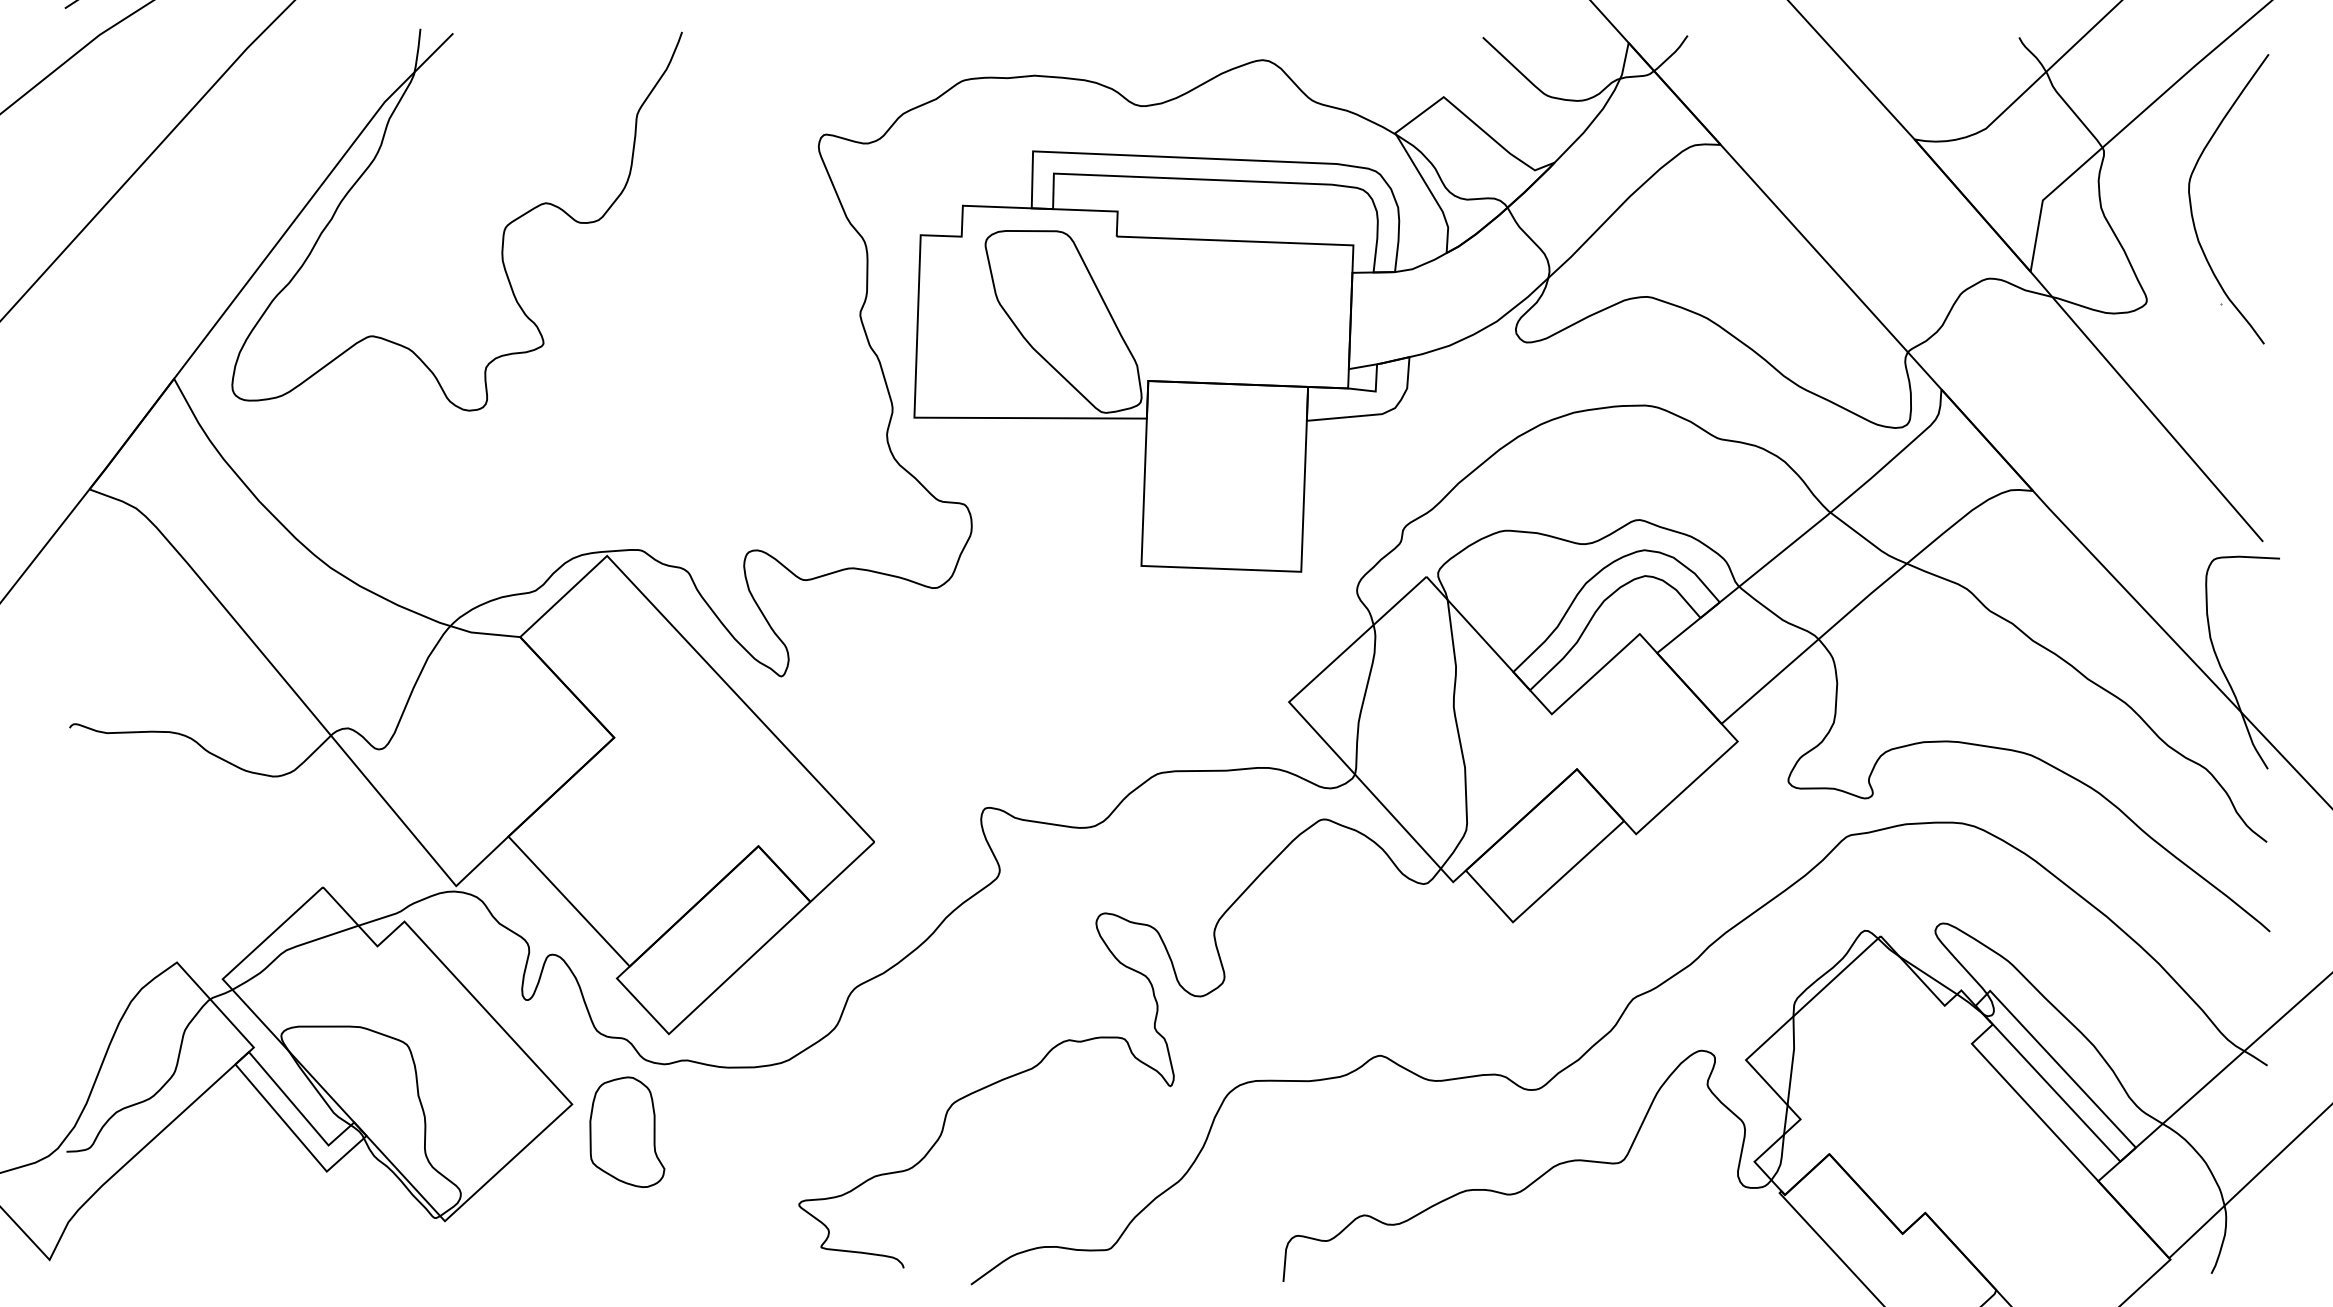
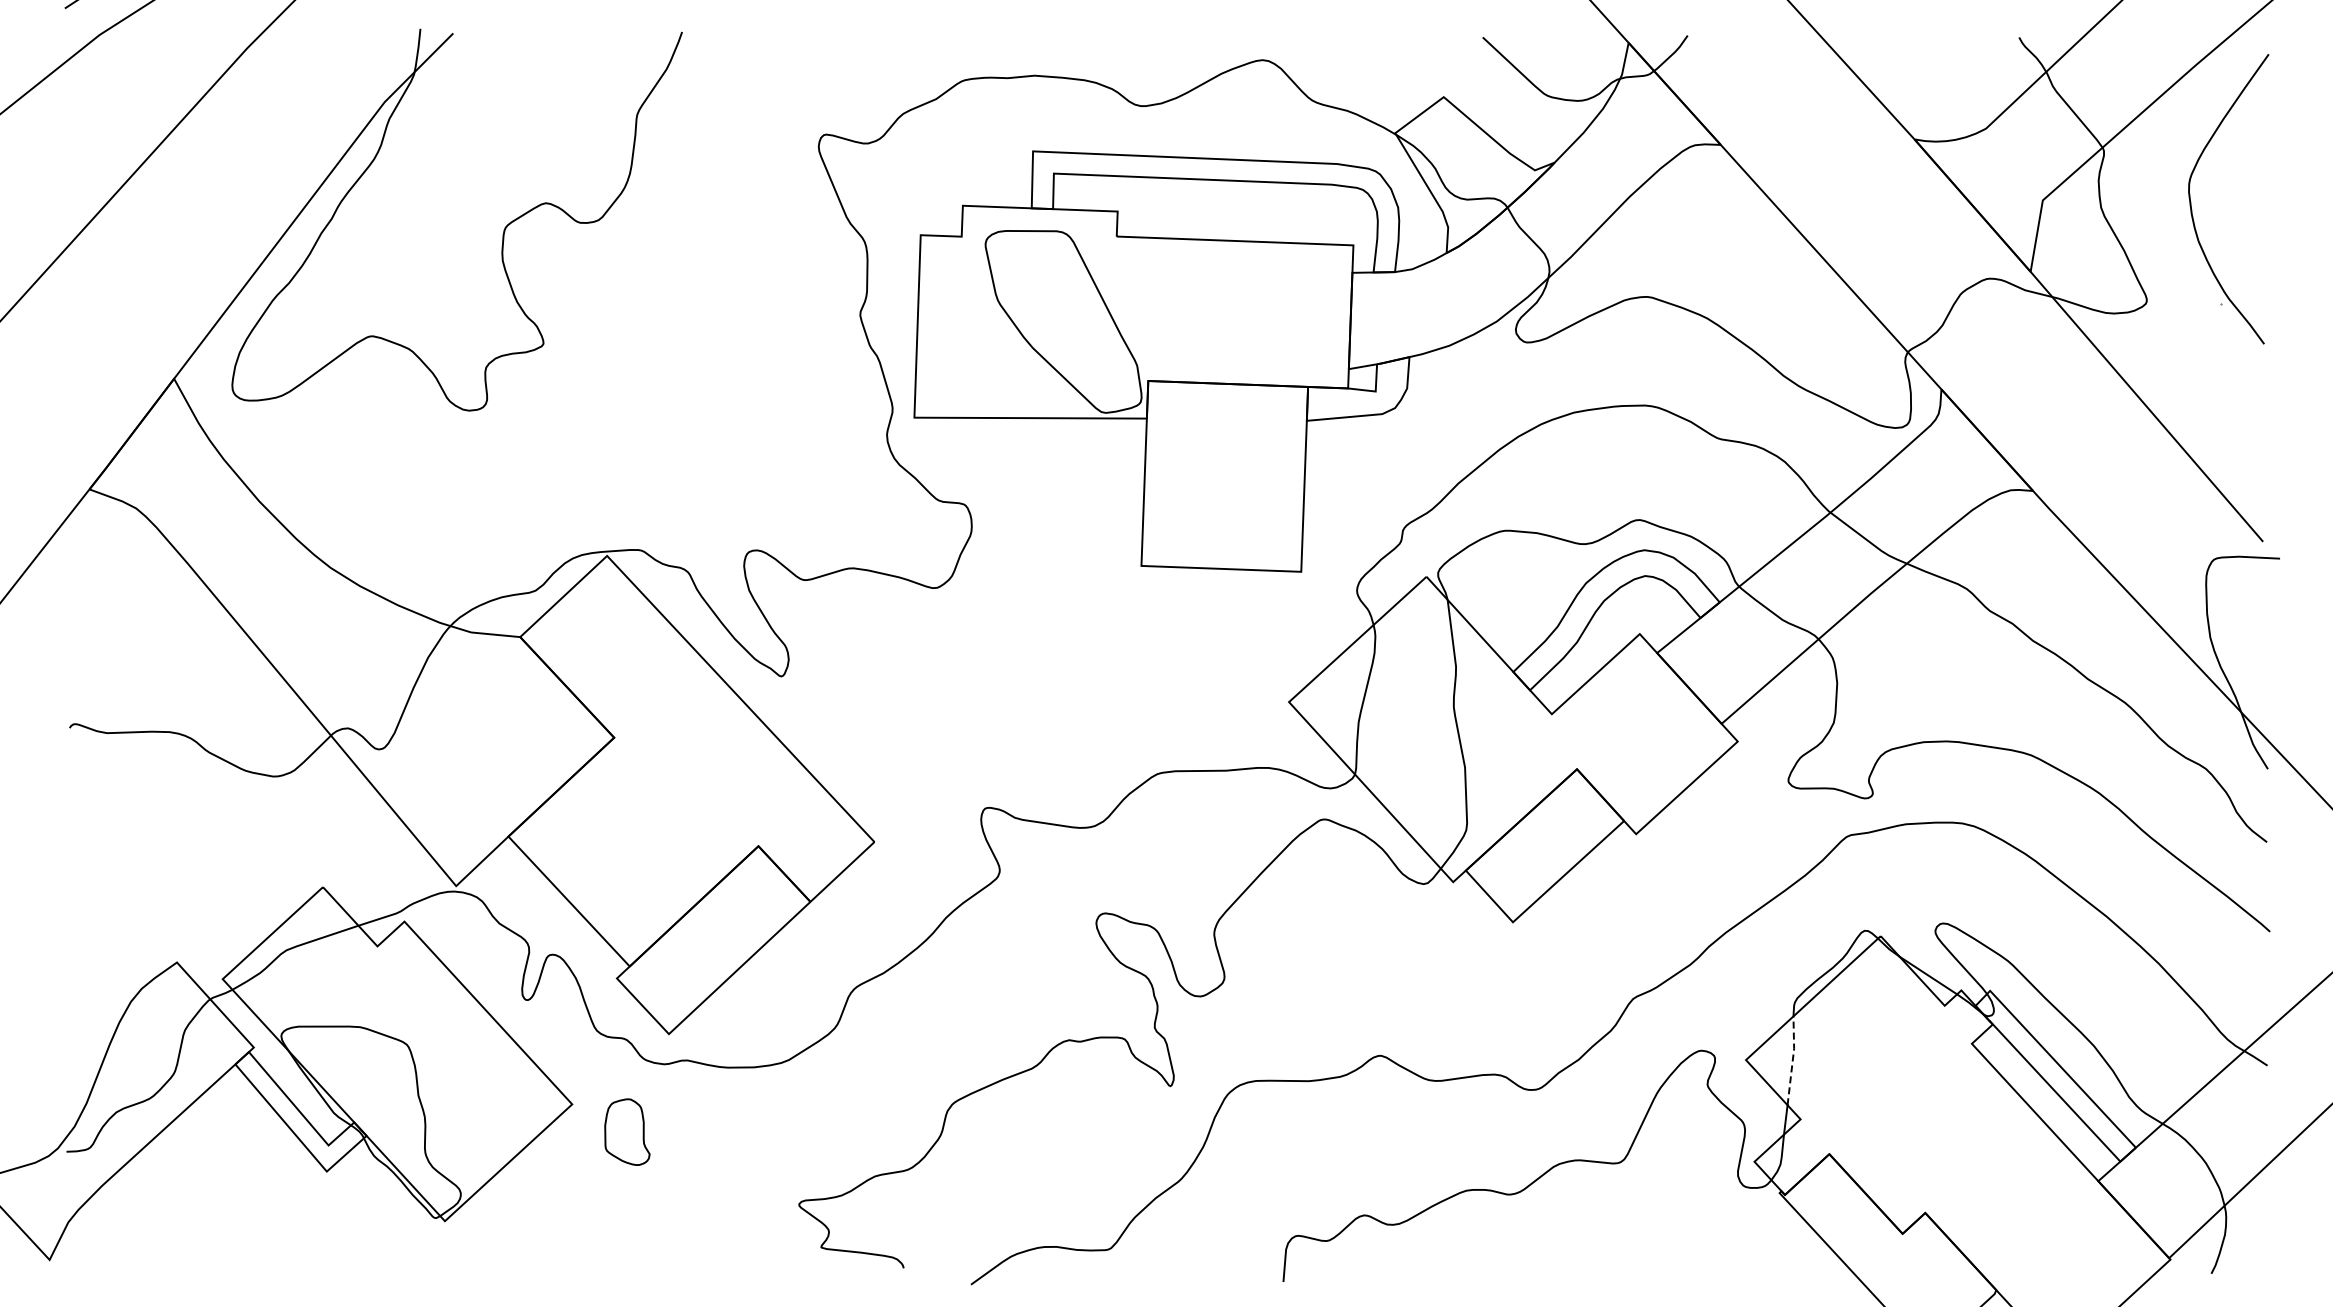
line at (1792, 1059): solid -> dashed
part at (627, 1131) size: 77x112 px -> 47x68 px
